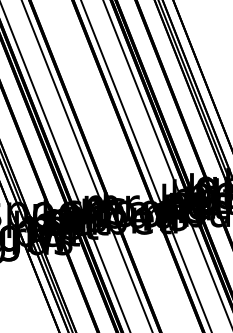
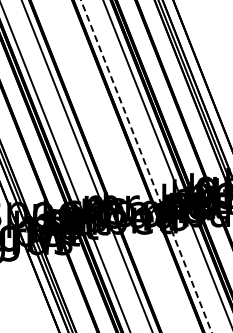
line at (146, 166): solid -> dashed
